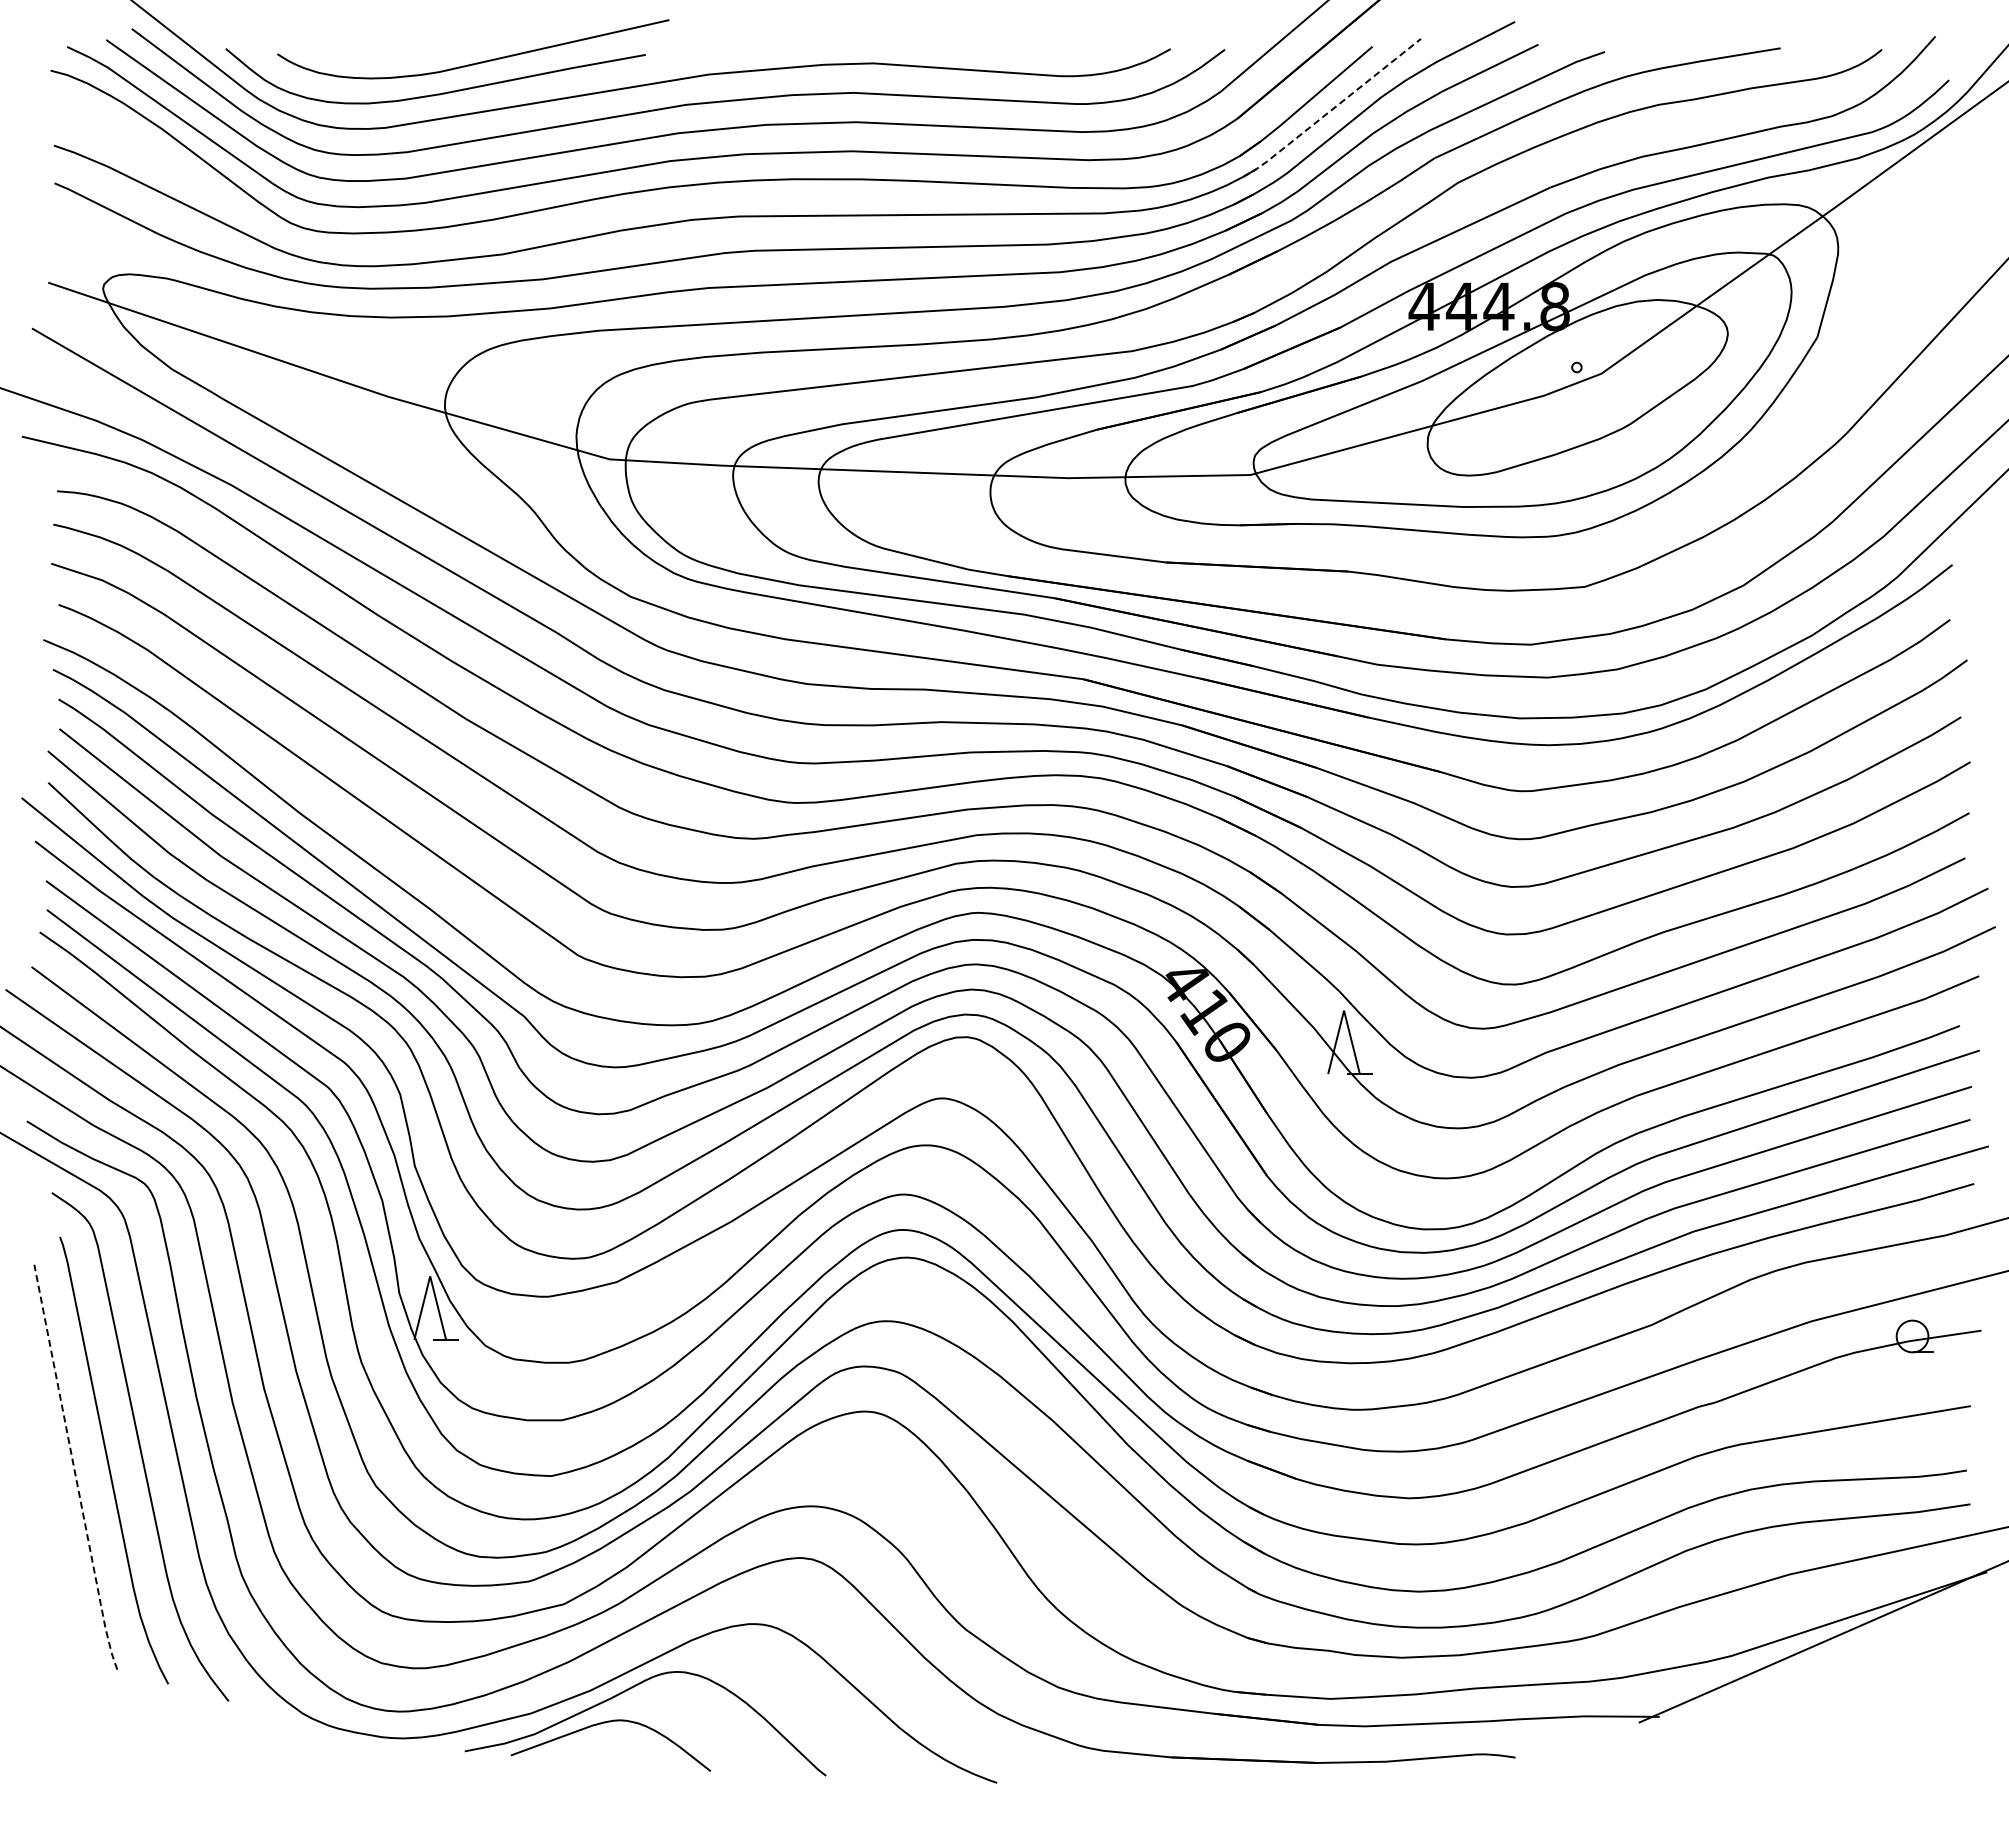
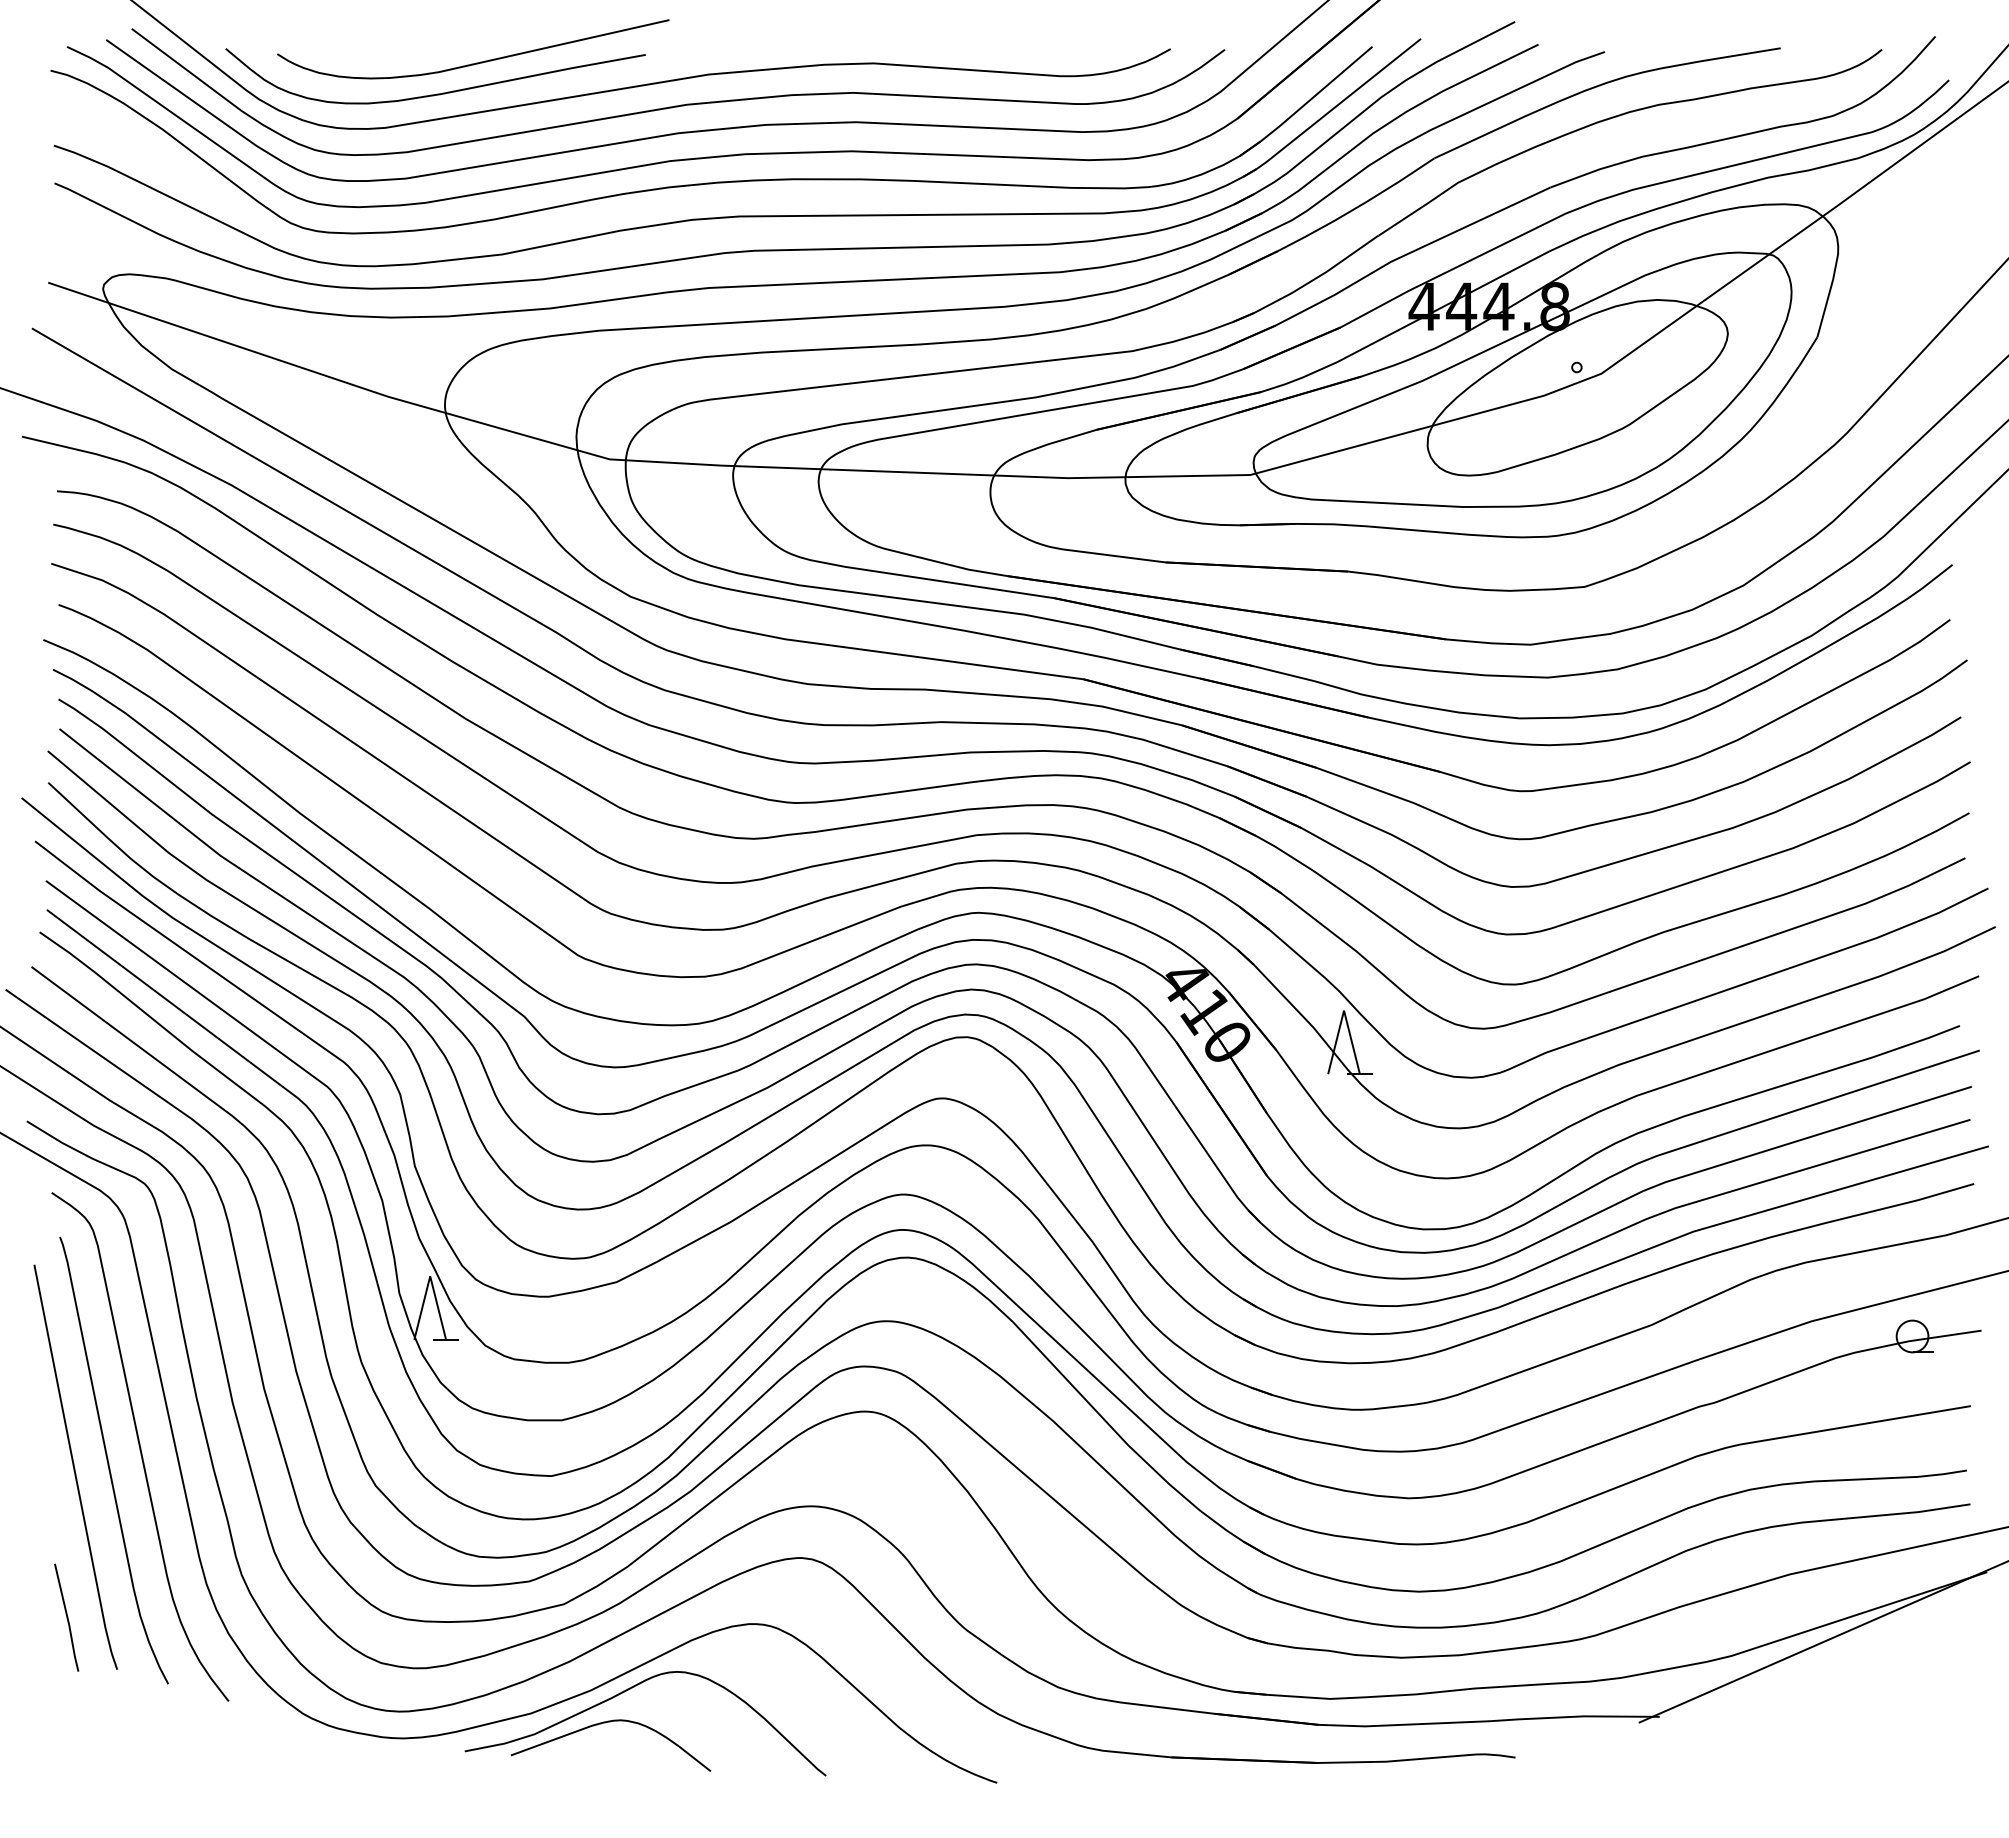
line at (1332, 109): dashed -> solid
line at (74, 1469): dashed -> solid
line at (66, 1617): none -> present
